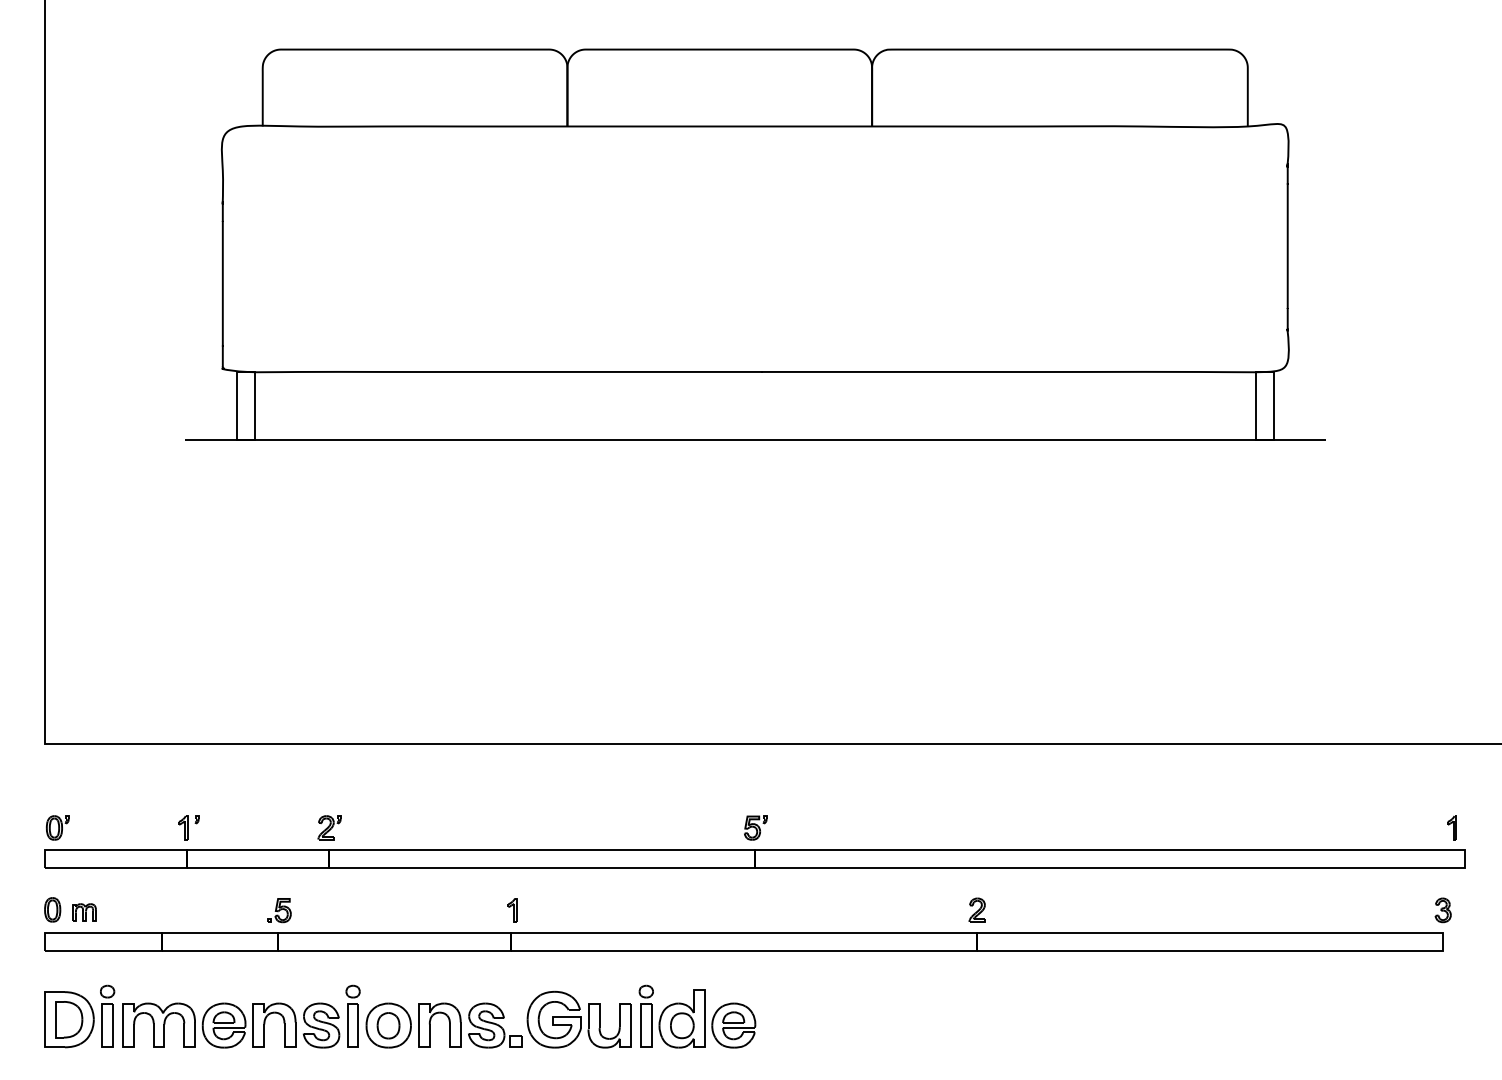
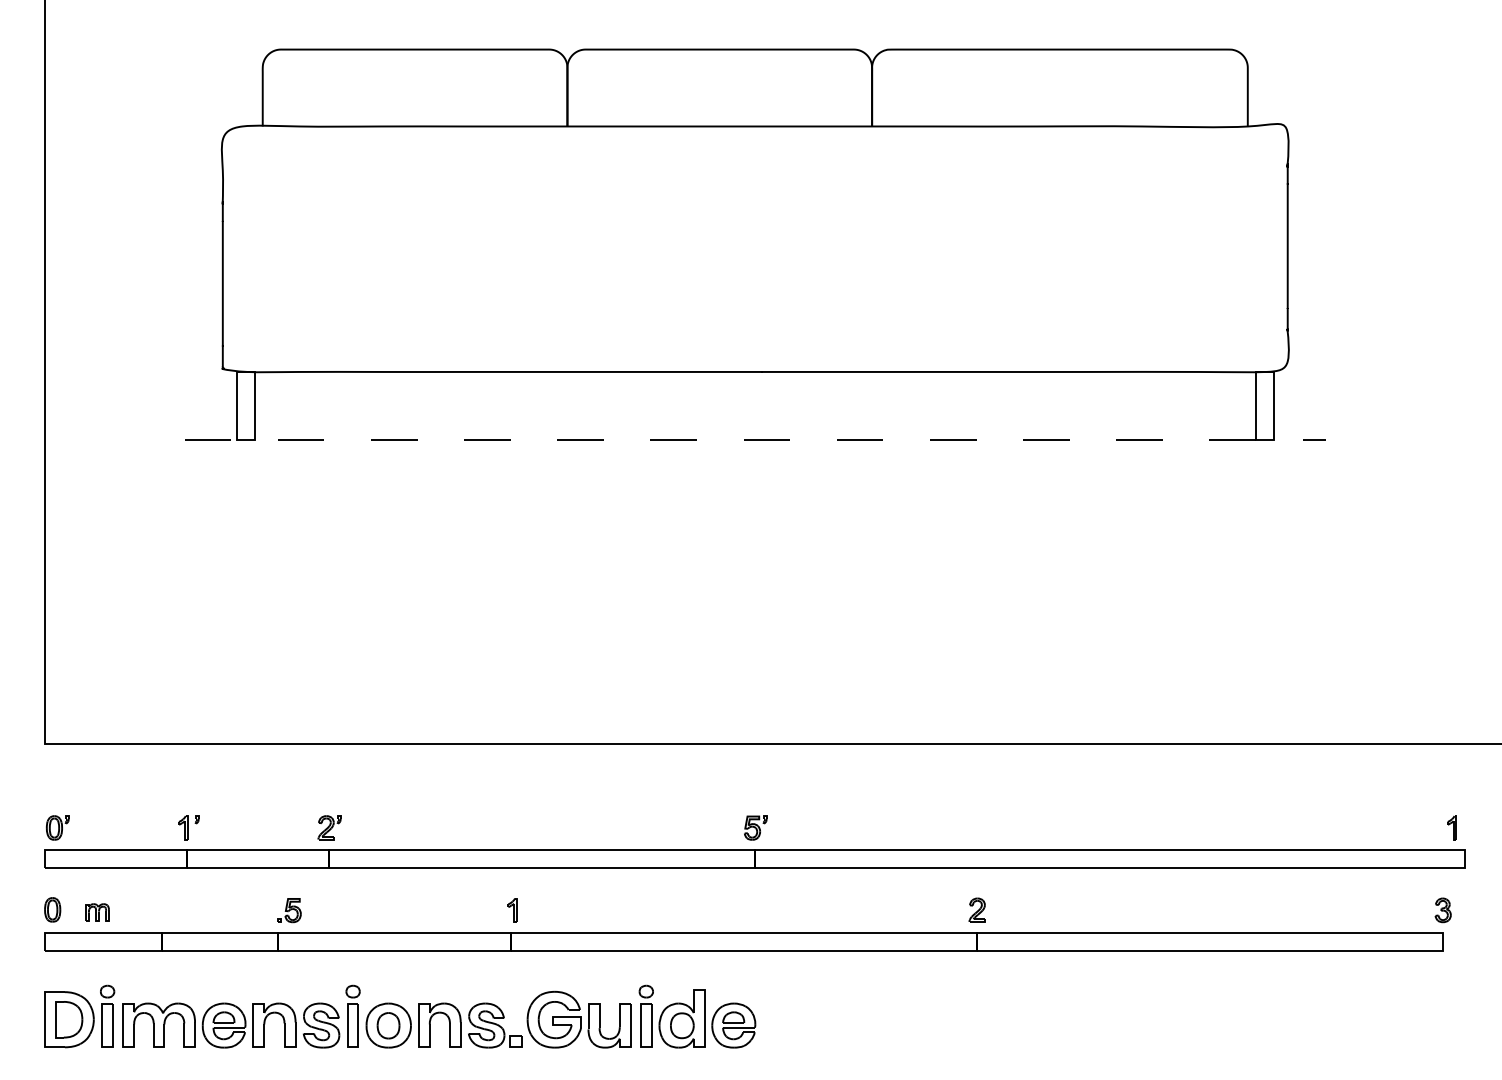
line at (755, 440): solid -> dashed
part at (279, 910) position: (279, 910) -> (289, 910)
part at (84, 912) position: (84, 912) -> (97, 912)
